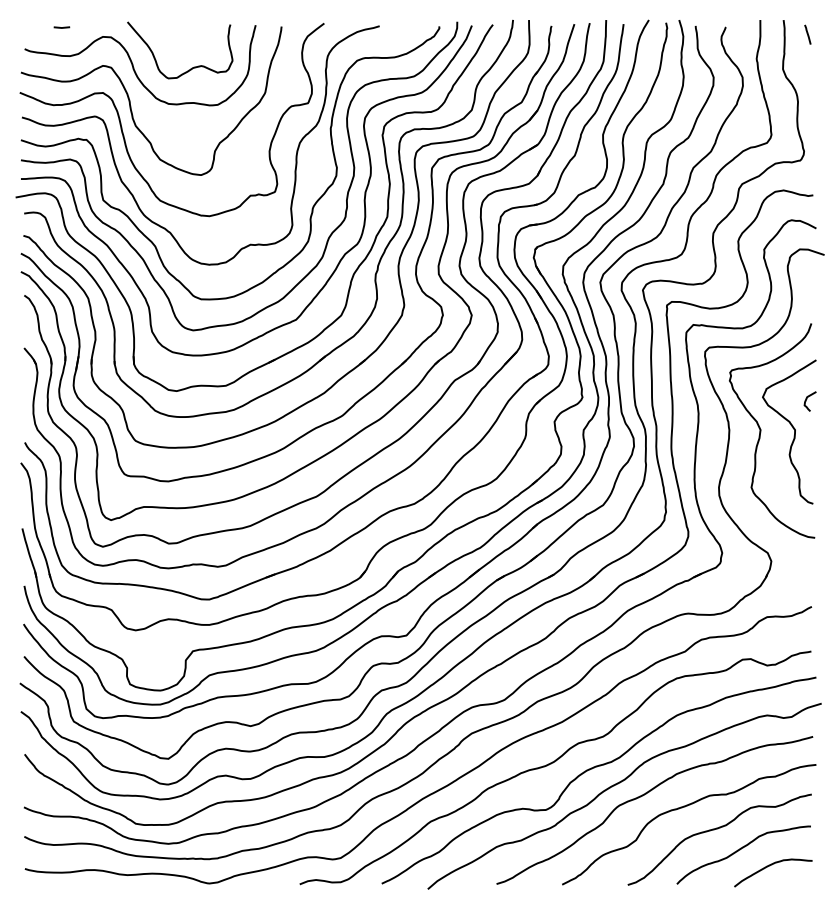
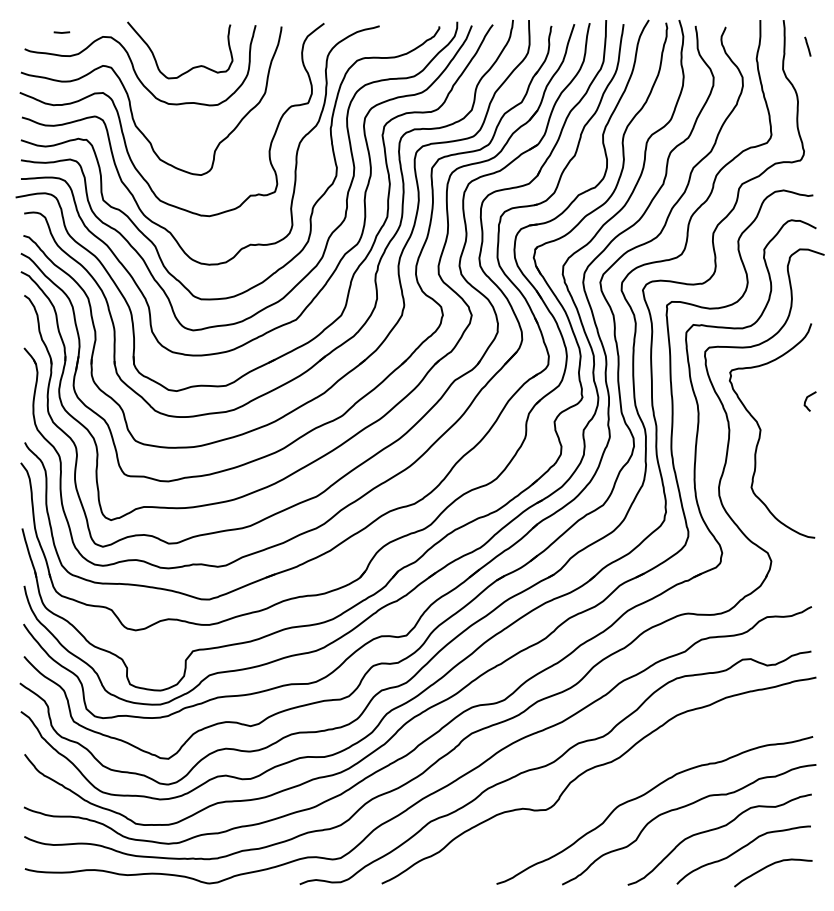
line at (61, 27) position: (61, 27) -> (61, 32)
line at (807, 34) position: (807, 34) -> (807, 46)
curve at (792, 428): present -> none
curve at (618, 784): present -> none
